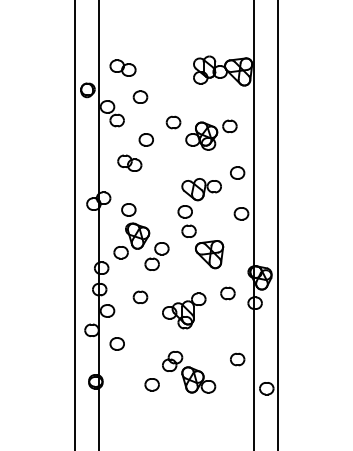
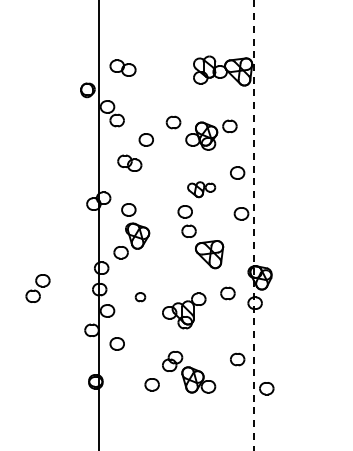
part at (140, 96): present -> none
part at (201, 189) size: 41x24 px -> 30x18 px
line at (75, 224): present -> none
line at (277, 224): present -> none
line at (254, 225): solid -> dashed
part at (156, 256) position: (156, 256) -> (37, 288)
part at (140, 296) size: 17x14 px -> 13x11 px
